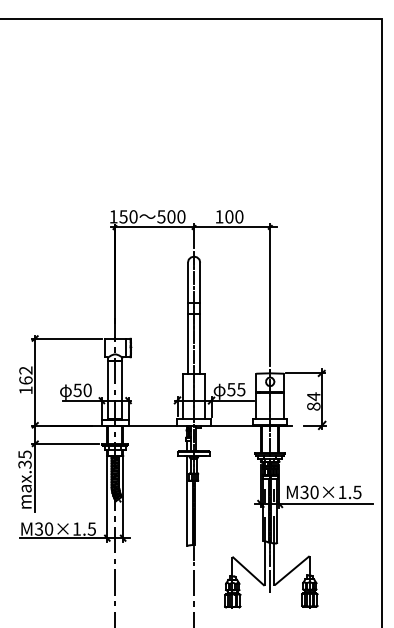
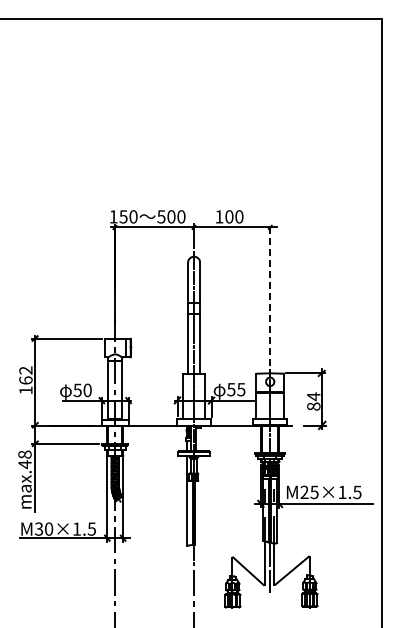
line at (270, 294): solid -> dashed
text at (24, 459): max.35 -> max.48
text at (309, 492): M30×1.5 -> M25×1.5
